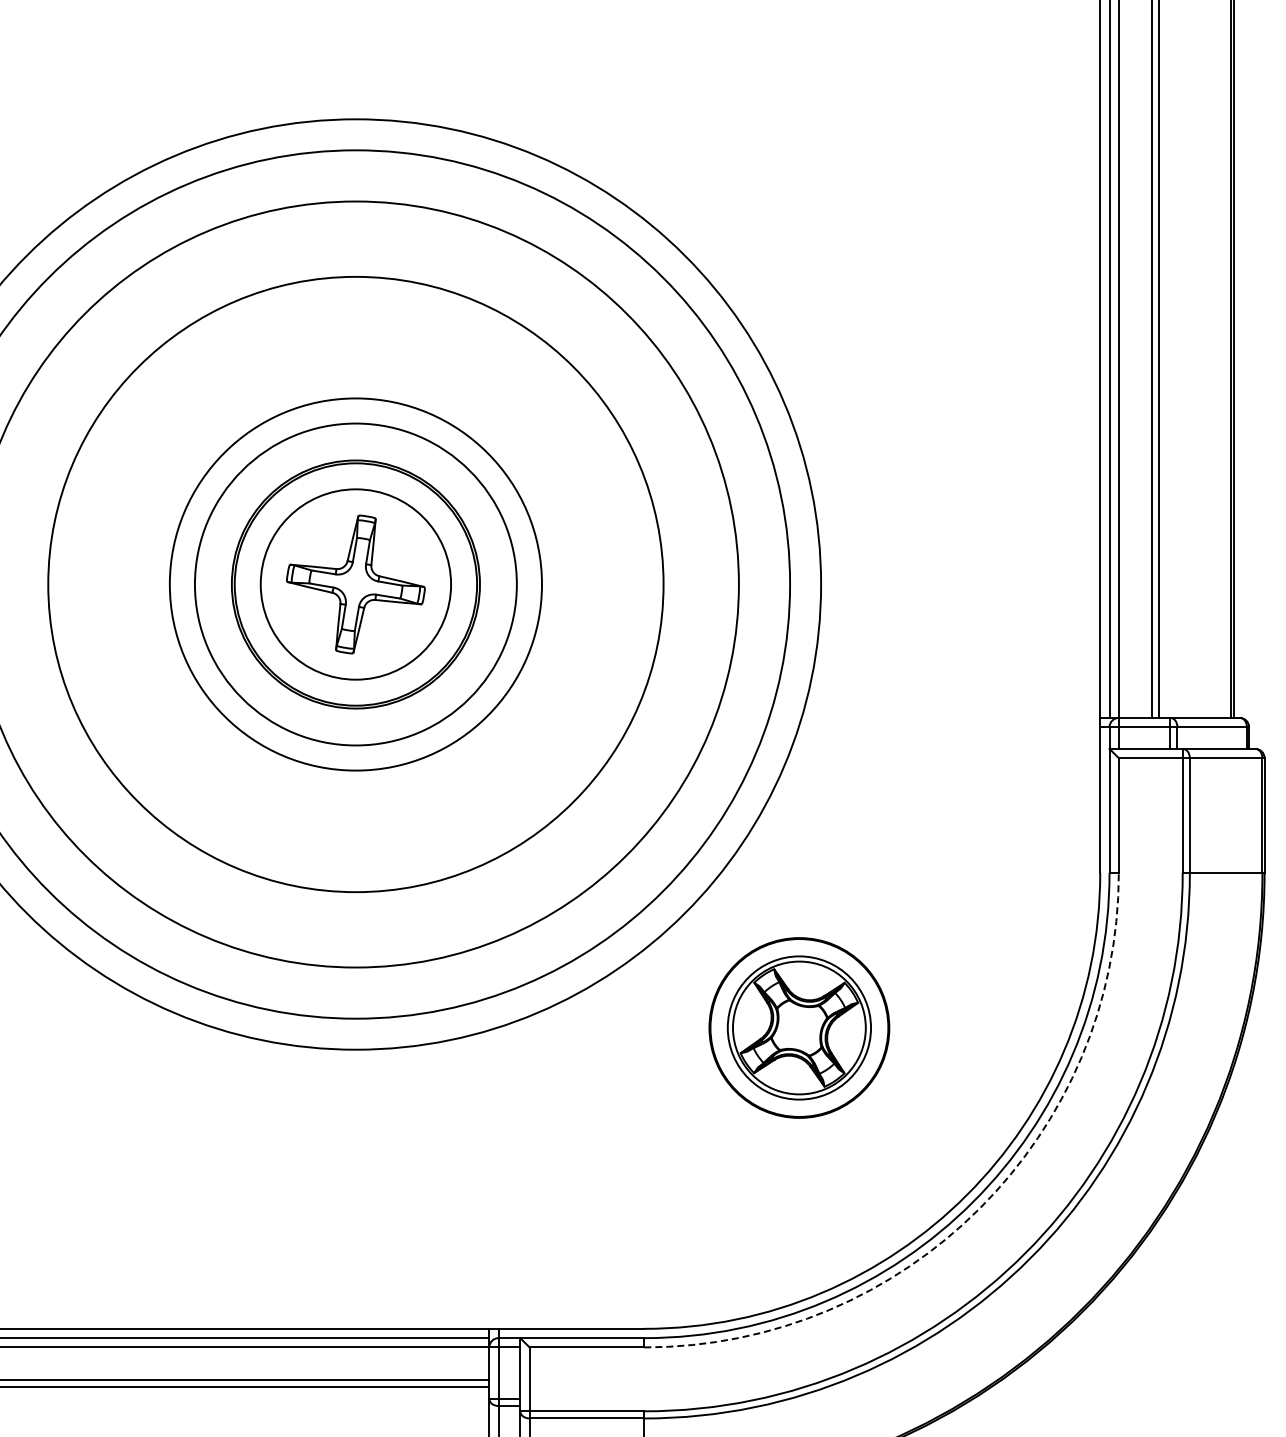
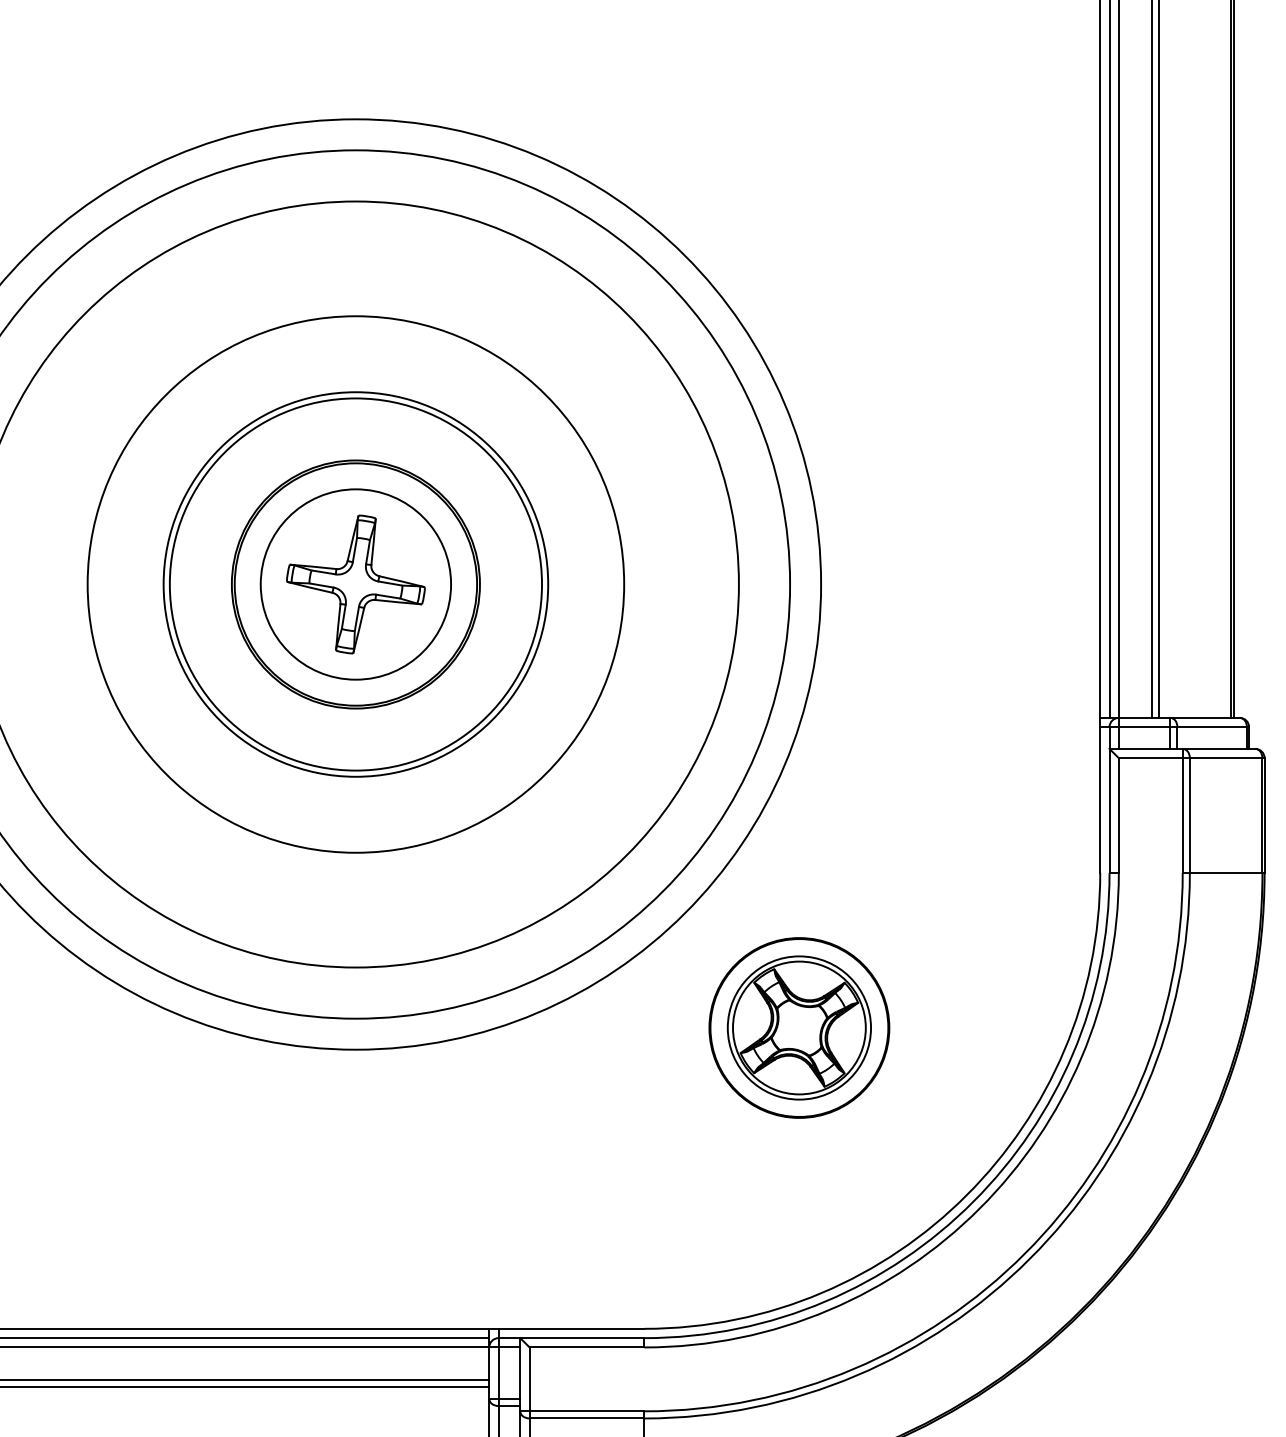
circle at (355, 584) diameter: 322 px -> 537 px
circle at (355, 584) diameter: 615 px -> 385 px
arc at (979, 1208): dashed -> solid
